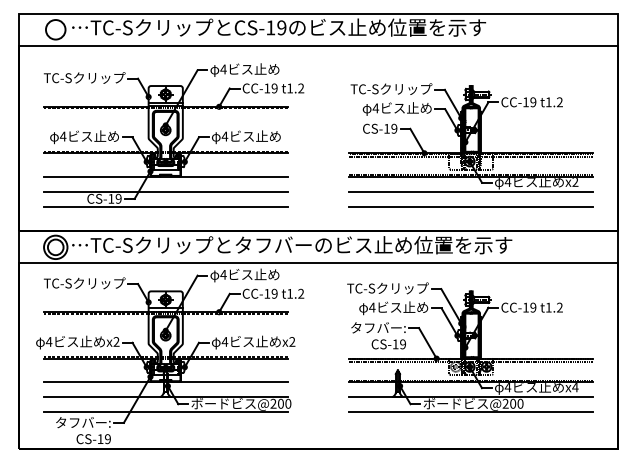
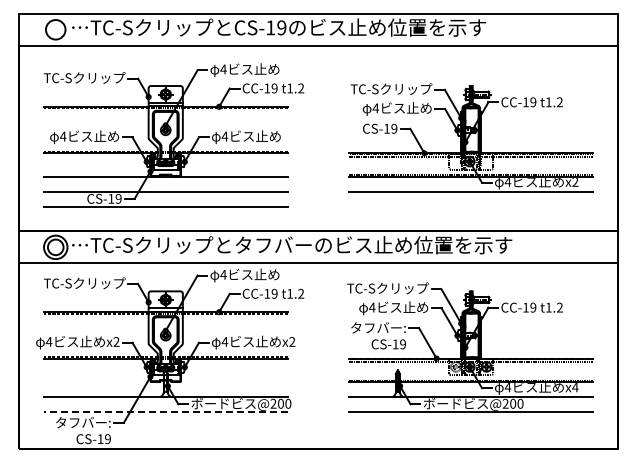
line at (470, 206): present -> none
line at (165, 381): present -> none
line at (165, 412): solid -> dashed
